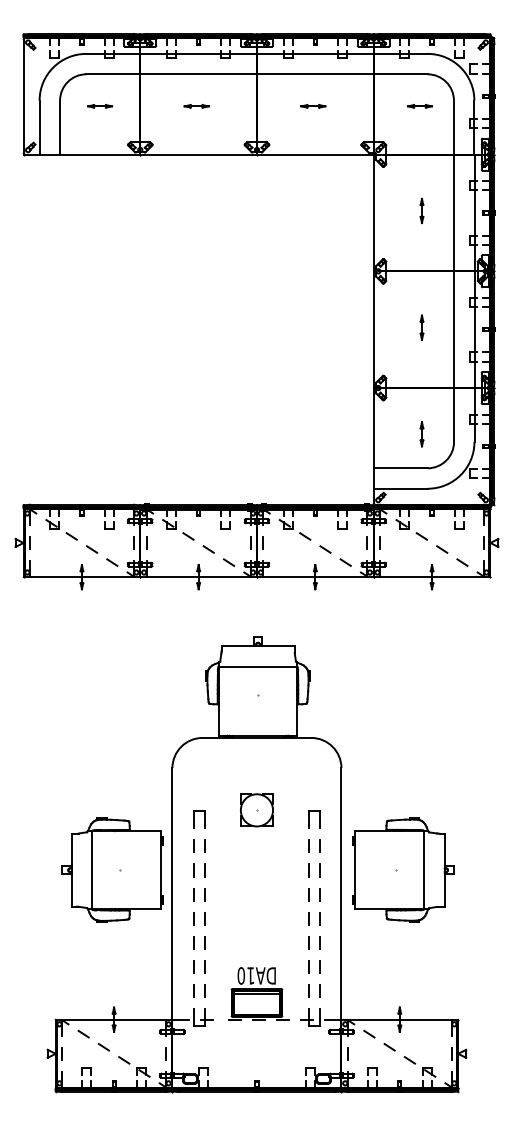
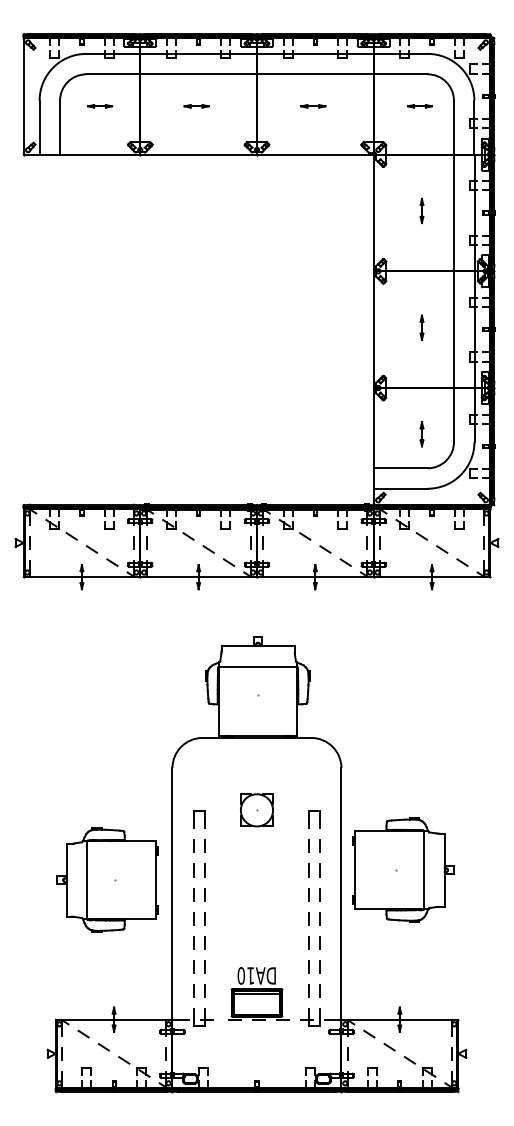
part at (112, 869) position: (112, 869) -> (107, 879)
